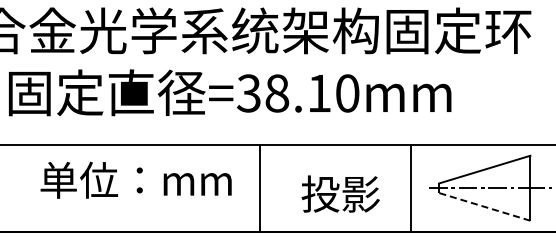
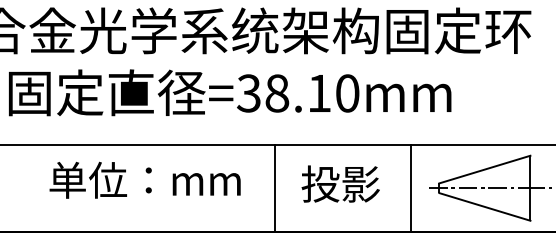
text at (135, 179) position: (135, 179) -> (144, 179)
line at (260, 187) position: (260, 187) -> (275, 187)
text at (340, 193) position: (340, 193) -> (340, 183)
line at (484, 206): dashed -> solid
